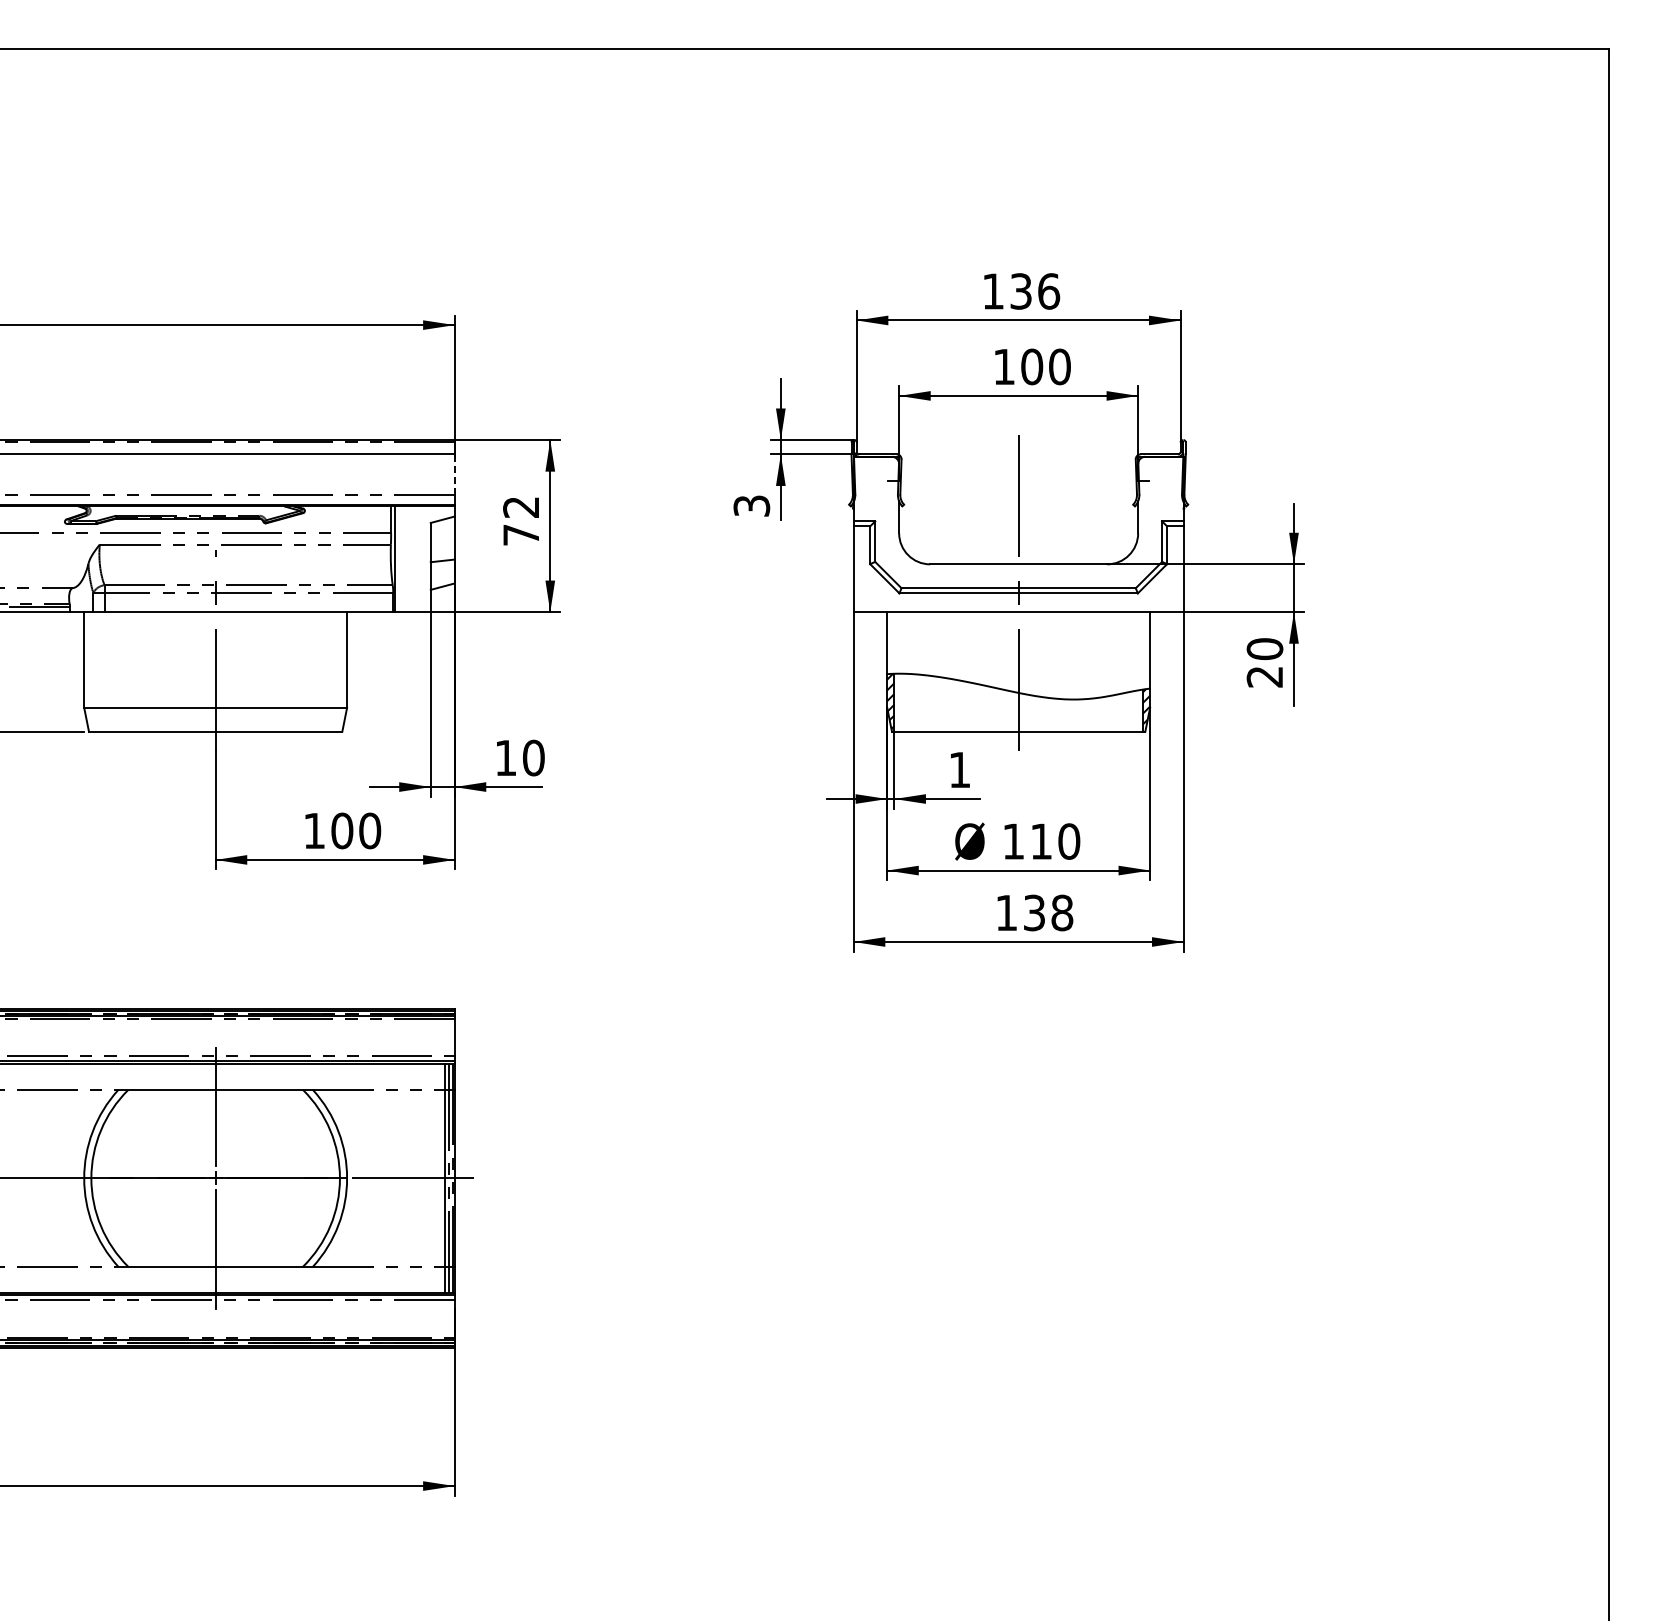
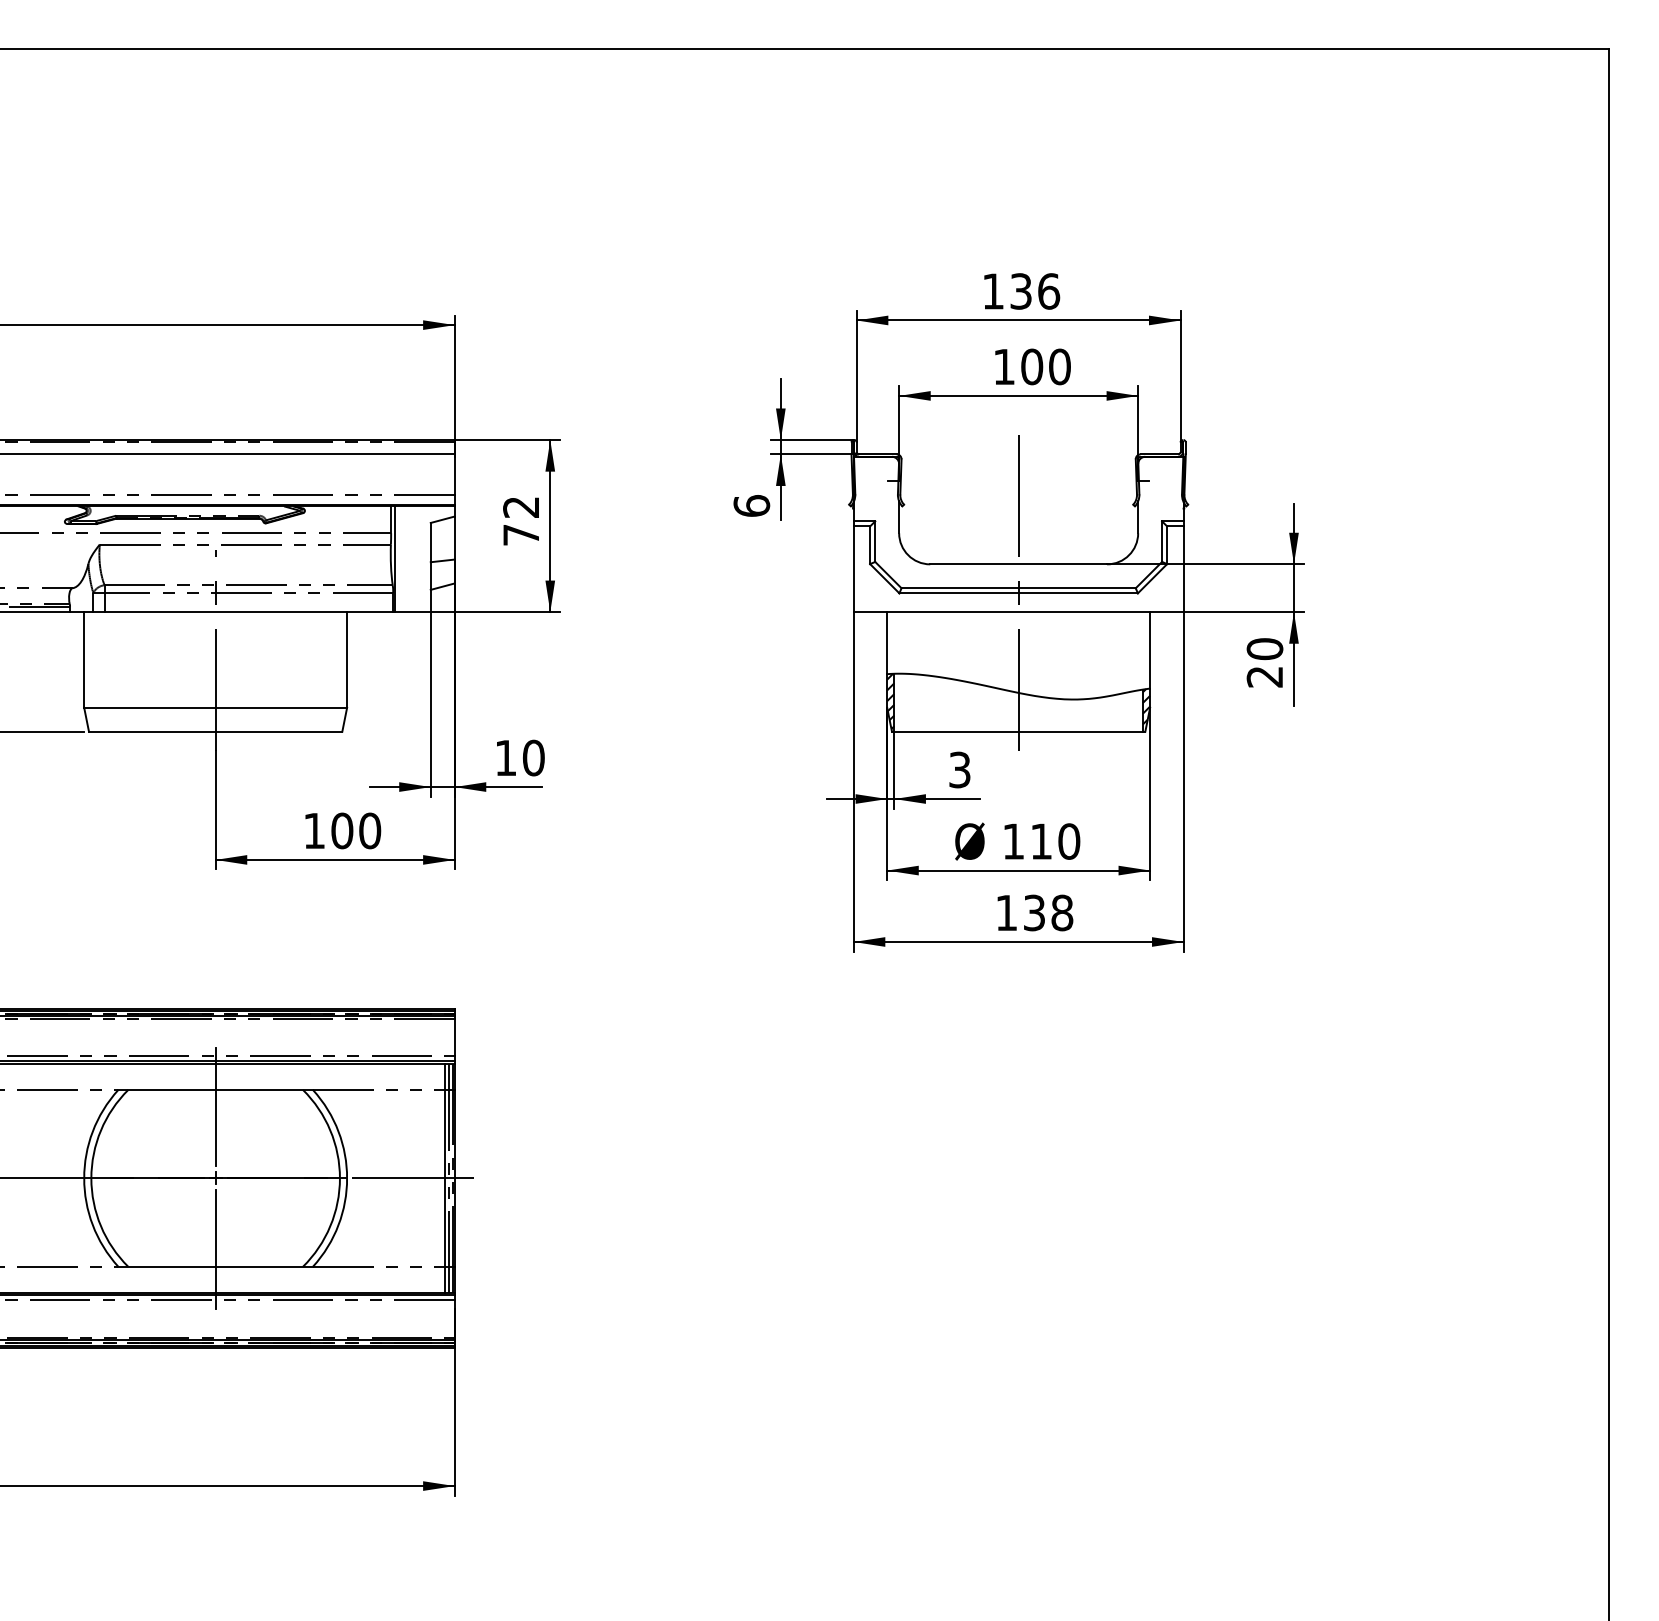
line at (454, 473): dashed -> solid
text at (751, 505): 3 -> 6
text at (959, 769): 1 -> 3
